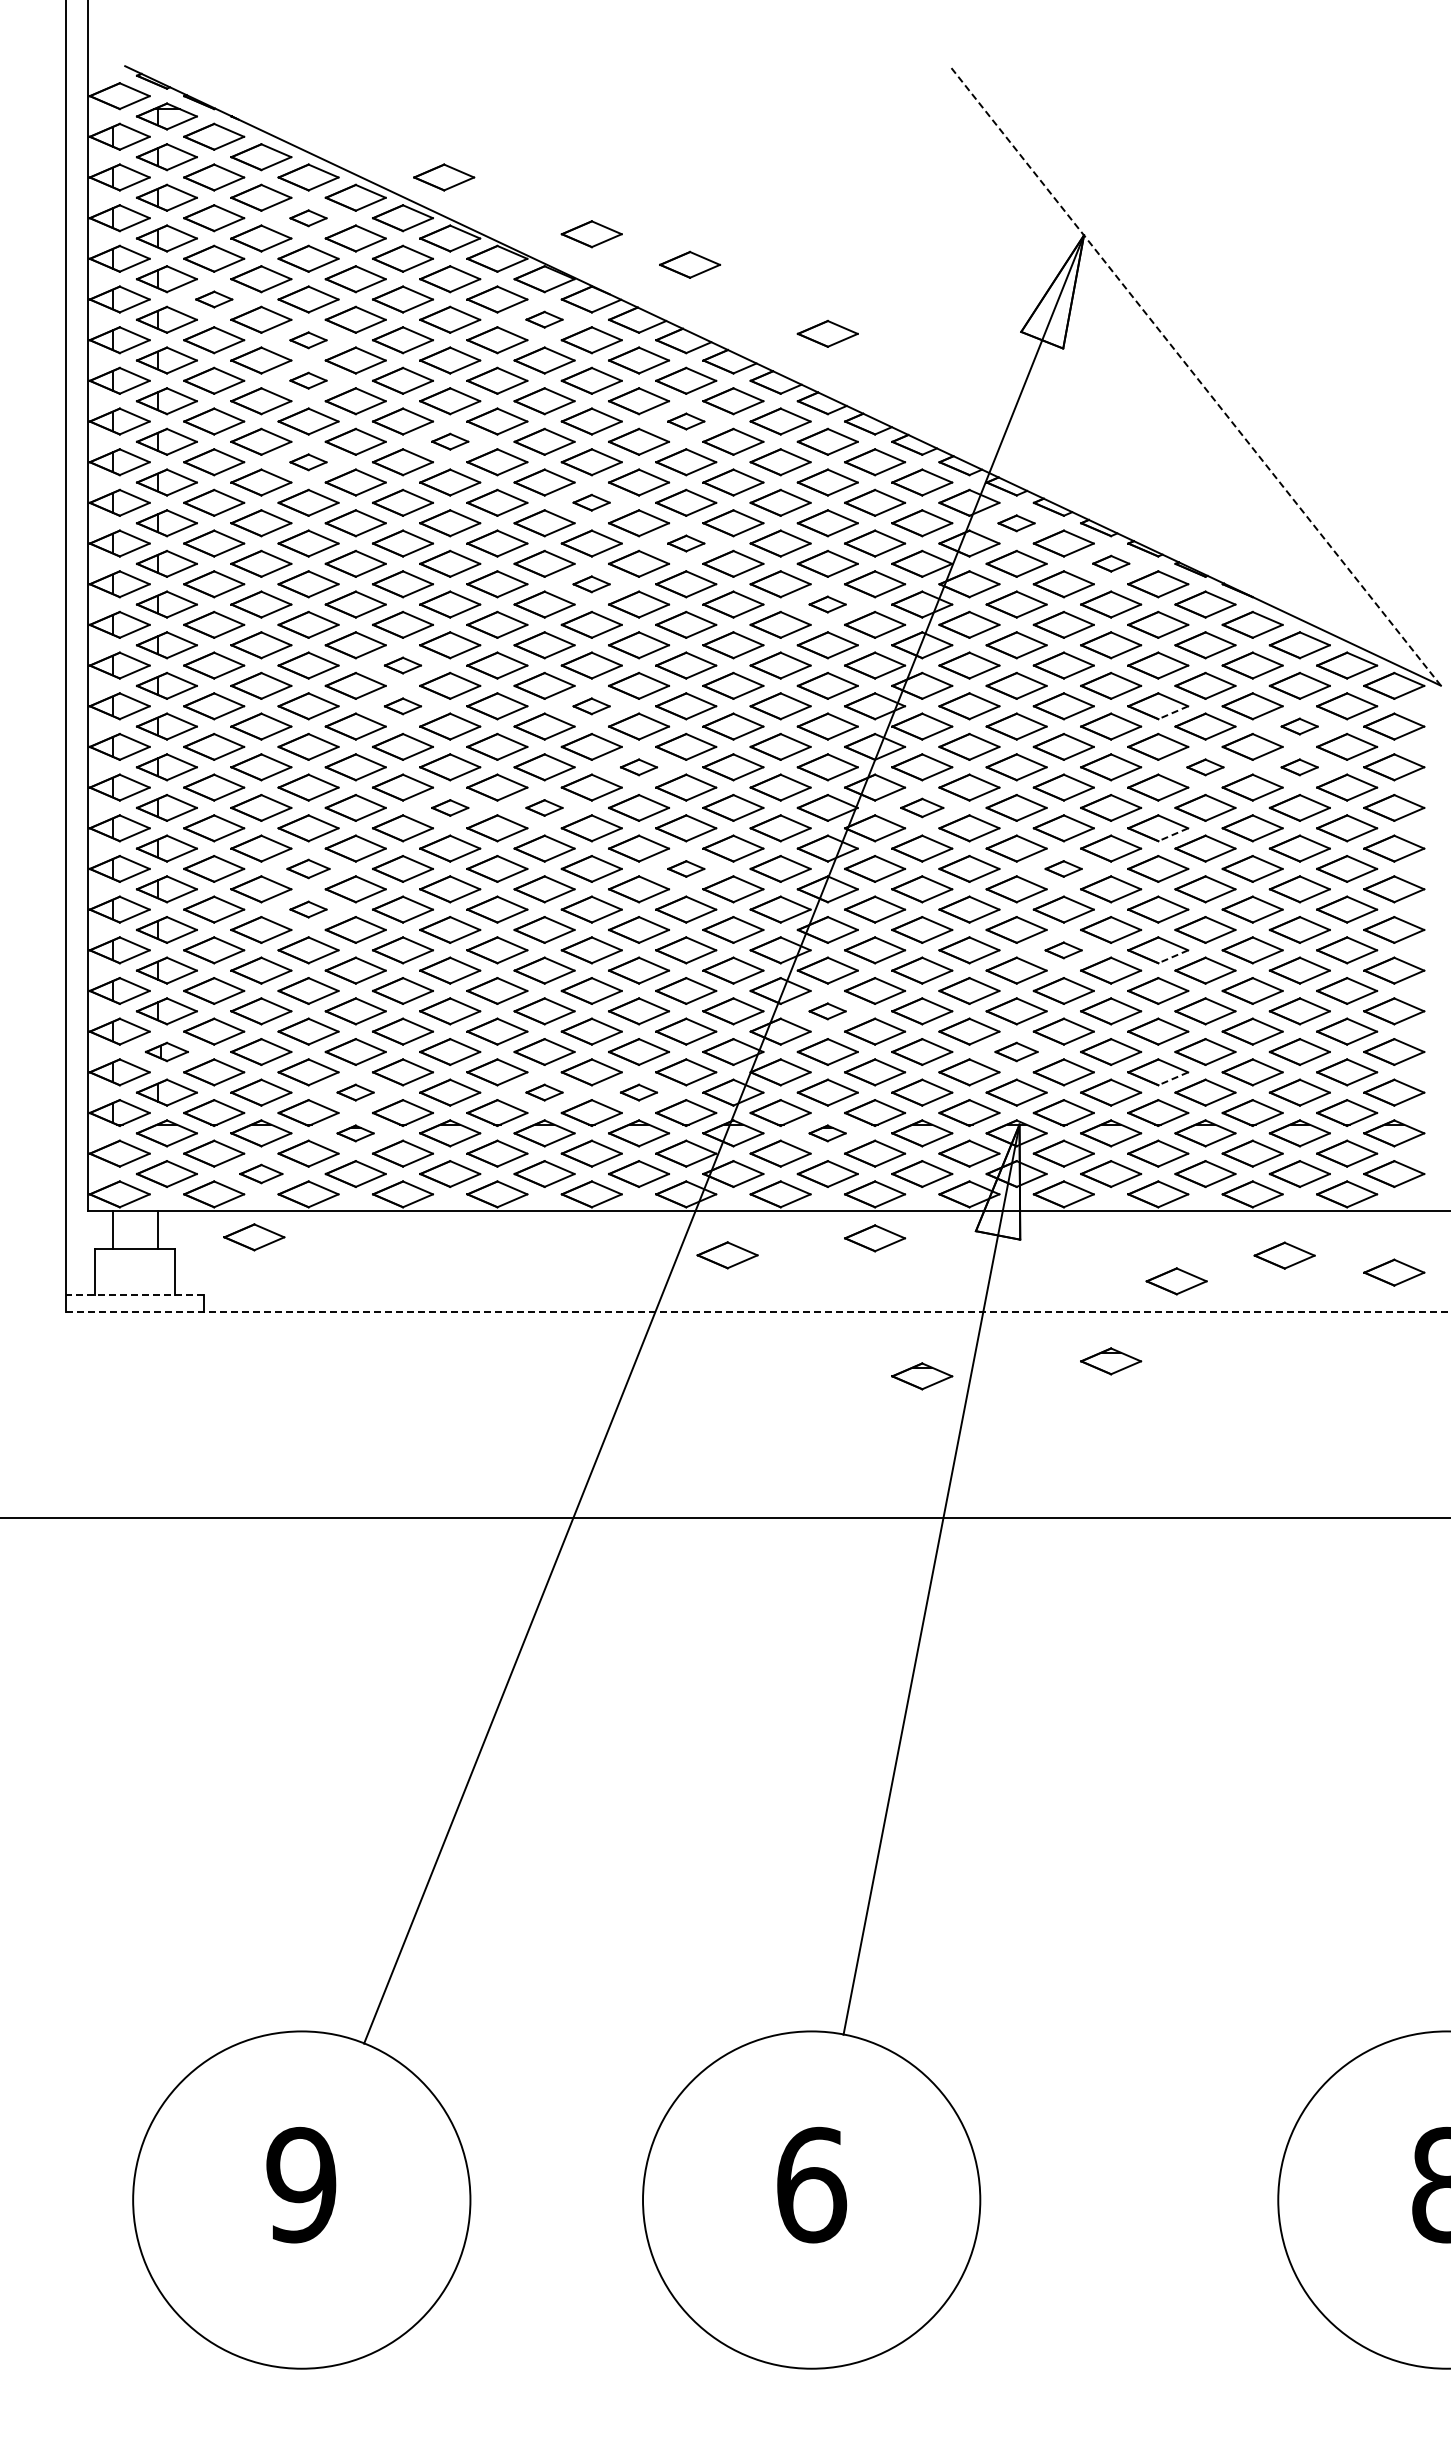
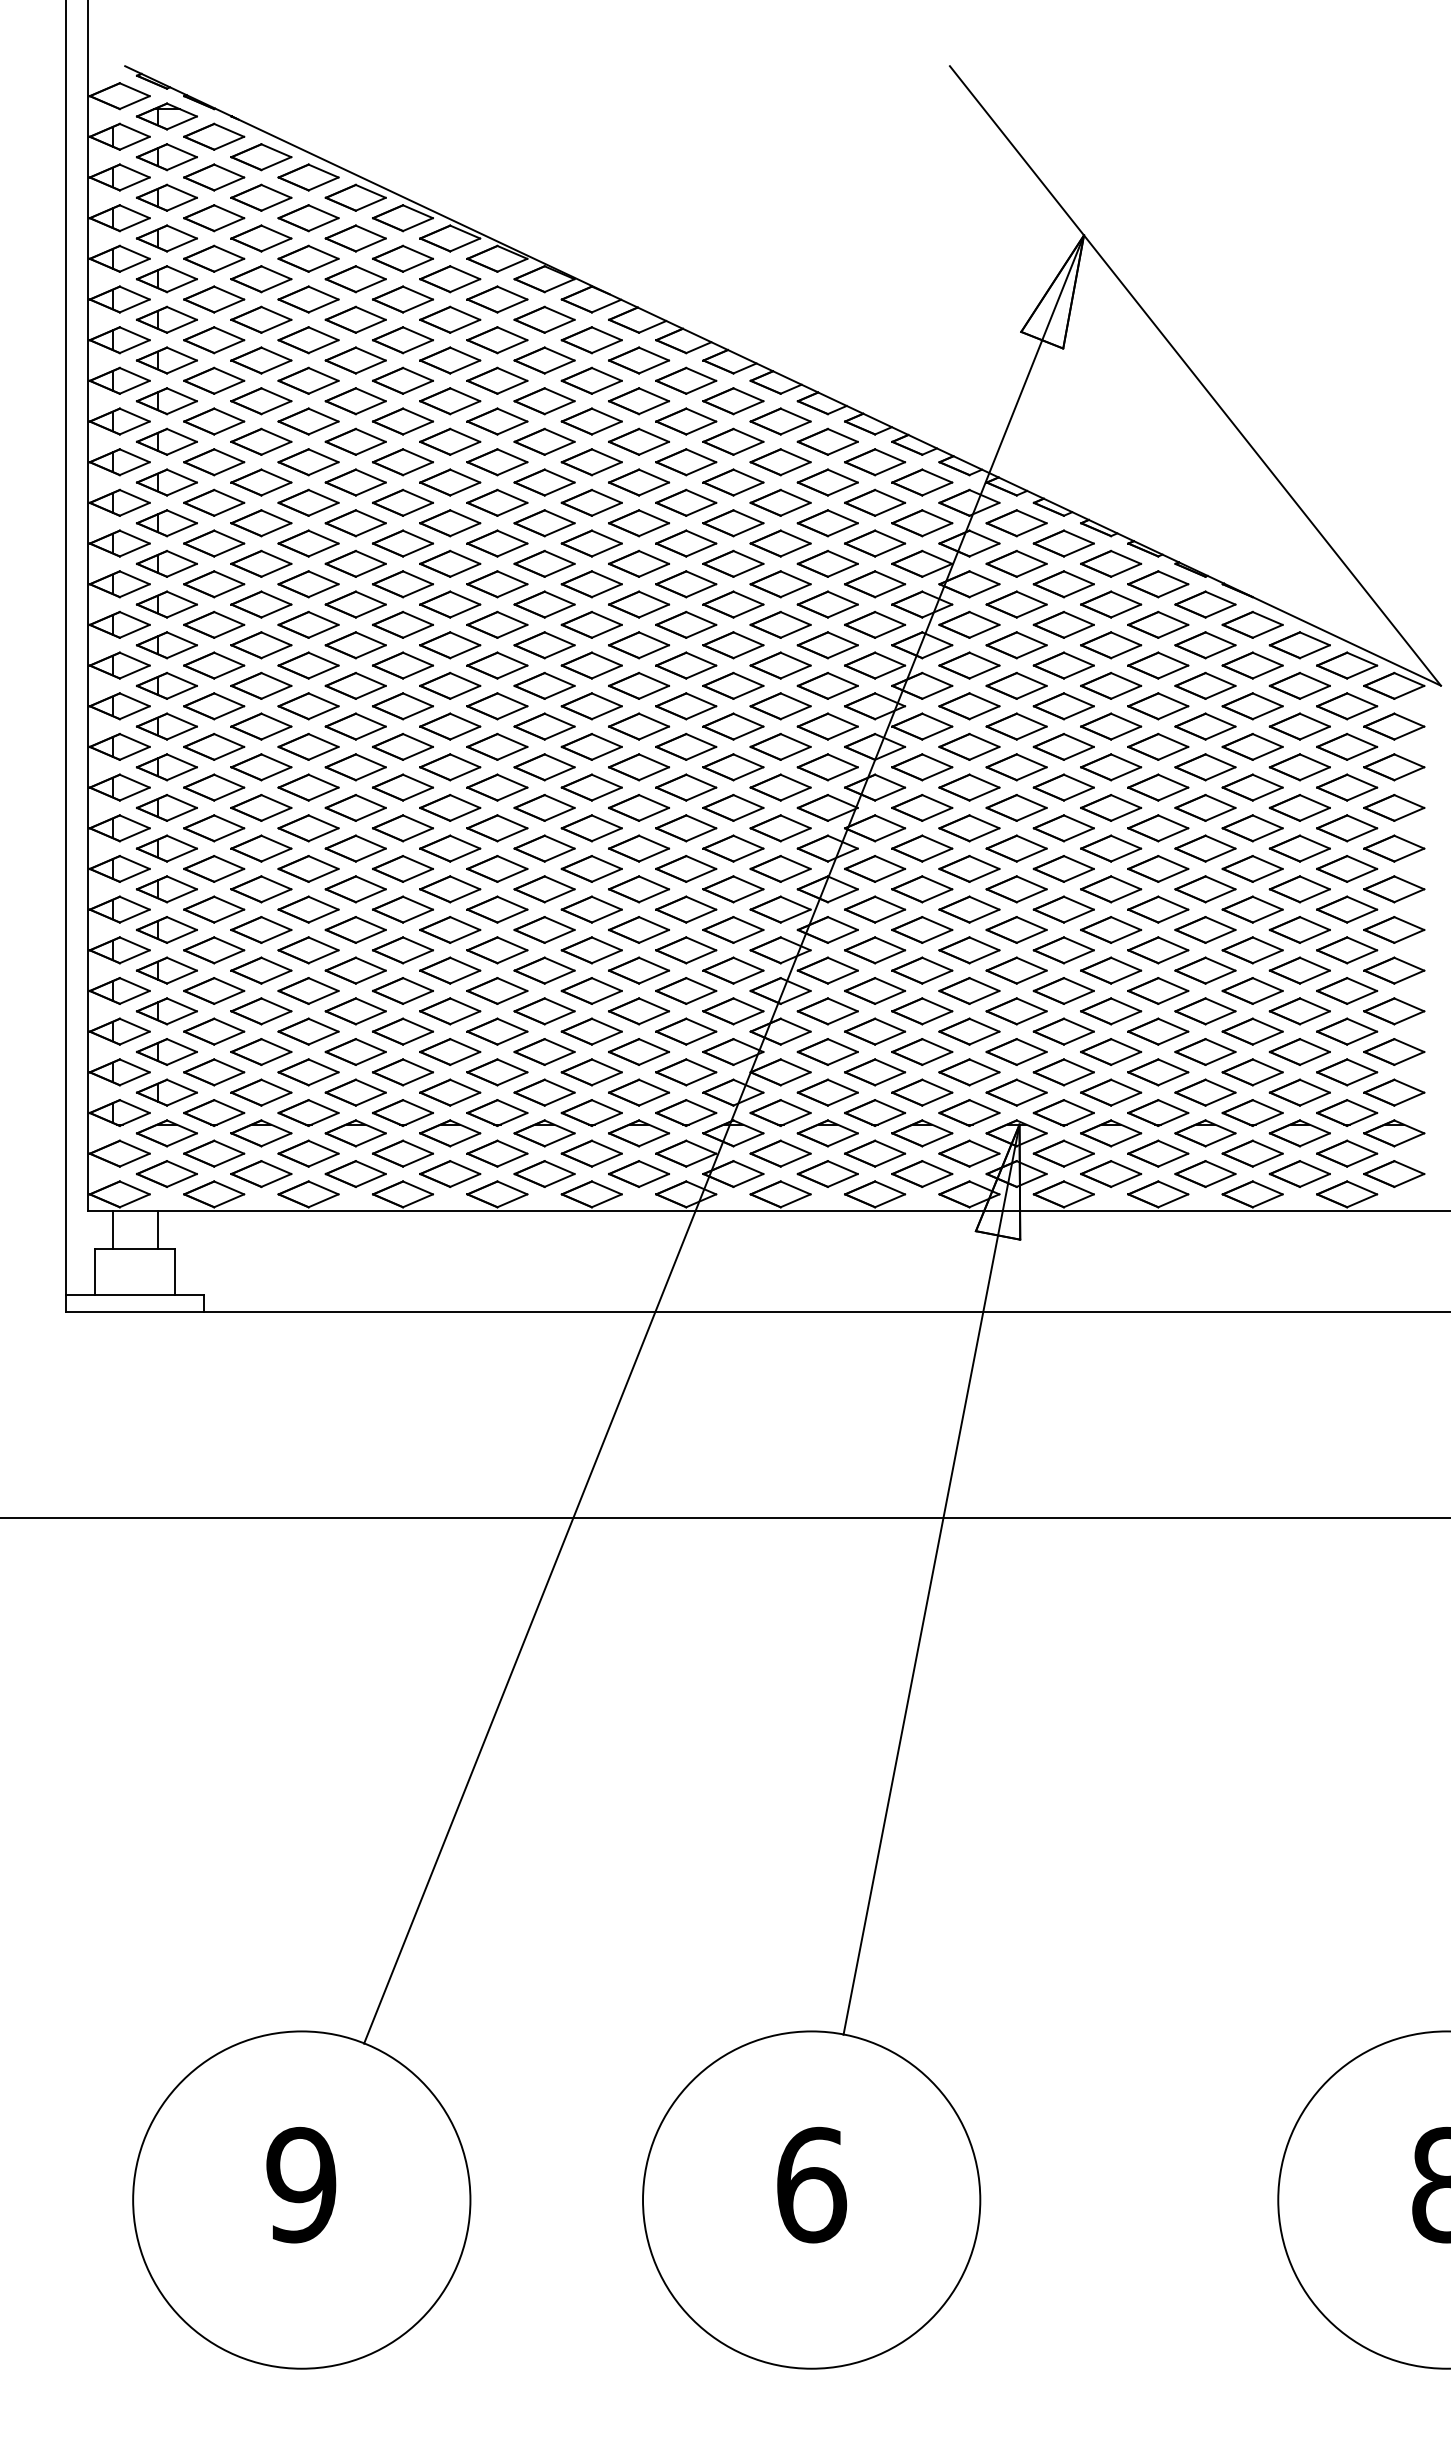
part at (444, 177): present -> none
part at (308, 218) size: 39x19 px -> 63x29 px
part at (591, 234): present -> none
part at (689, 264): present -> none
part at (214, 299) size: 39x19 px -> 63x29 px
part at (544, 319) size: 39x19 px -> 63x29 px
part at (827, 333): present -> none
part at (308, 340) size: 39x19 px -> 63x29 px
line at (1195, 375): dashed -> solid
part at (308, 380) size: 39x19 px -> 63x29 px
part at (686, 421) size: 39x19 px -> 63x29 px
part at (450, 441) size: 39x19 px -> 63x29 px
part at (308, 462) size: 39x19 px -> 63x29 px
part at (591, 502) size: 39x19 px -> 63x29 px
part at (1016, 523) size: 39x19 px -> 63x29 px
part at (686, 543) size: 39x19 px -> 63x29 px
part at (1111, 563) size: 39x19 px -> 63x29 px
part at (591, 584) size: 39x19 px -> 63x29 px
part at (827, 604) size: 39x19 px -> 63x29 px
part at (402, 665) size: 40x19 px -> 62x29 px
part at (402, 706) size: 39x19 px -> 62x29 px
part at (591, 706) size: 39x19 px -> 63x29 px
line at (1172, 712): dashed -> solid
part at (1299, 726) size: 39x19 px -> 63x29 px
part at (639, 767) size: 39x19 px -> 62x29 px
part at (1205, 767) size: 39x19 px -> 63x29 px
part at (1299, 767) size: 39x19 px -> 63x29 px
part at (450, 807) size: 39x18 px -> 63x28 px
part at (544, 807) size: 39x18 px -> 63x28 px
part at (922, 807) size: 45x22 px -> 63x28 px
line at (1172, 834): dashed -> solid
part at (308, 868) size: 45x22 px -> 63x28 px
part at (686, 868) size: 39x18 px -> 63x28 px
part at (1063, 868) size: 39x18 px -> 63x28 px
part at (308, 909) size: 39x19 px -> 63x29 px
part at (1063, 950) size: 39x19 px -> 63x29 px
line at (1172, 956): dashed -> solid
part at (827, 1011) size: 39x19 px -> 63x29 px
part at (166, 1051) size: 44x22 px -> 62x28 px
part at (1016, 1051) size: 45x22 px -> 63x28 px
line at (1172, 1079): dashed -> solid
part at (355, 1092) size: 39x19 px -> 63x29 px
part at (544, 1092) size: 39x19 px -> 63x29 px
part at (639, 1092) size: 39x19 px -> 62x29 px
part at (355, 1133) size: 39x19 px -> 63x29 px
part at (827, 1133) size: 39x19 px -> 63x29 px
part at (261, 1173) size: 45x22 px -> 63x28 px
part at (254, 1237): present -> none
part at (875, 1238): present -> none
part at (727, 1255): present -> none
part at (1284, 1255): present -> none
part at (1394, 1272): present -> none
part at (1176, 1281): present -> none
line at (135, 1294): dashed -> solid
line at (758, 1311): dashed -> solid
part at (1111, 1361): present -> none
part at (922, 1376): present -> none
